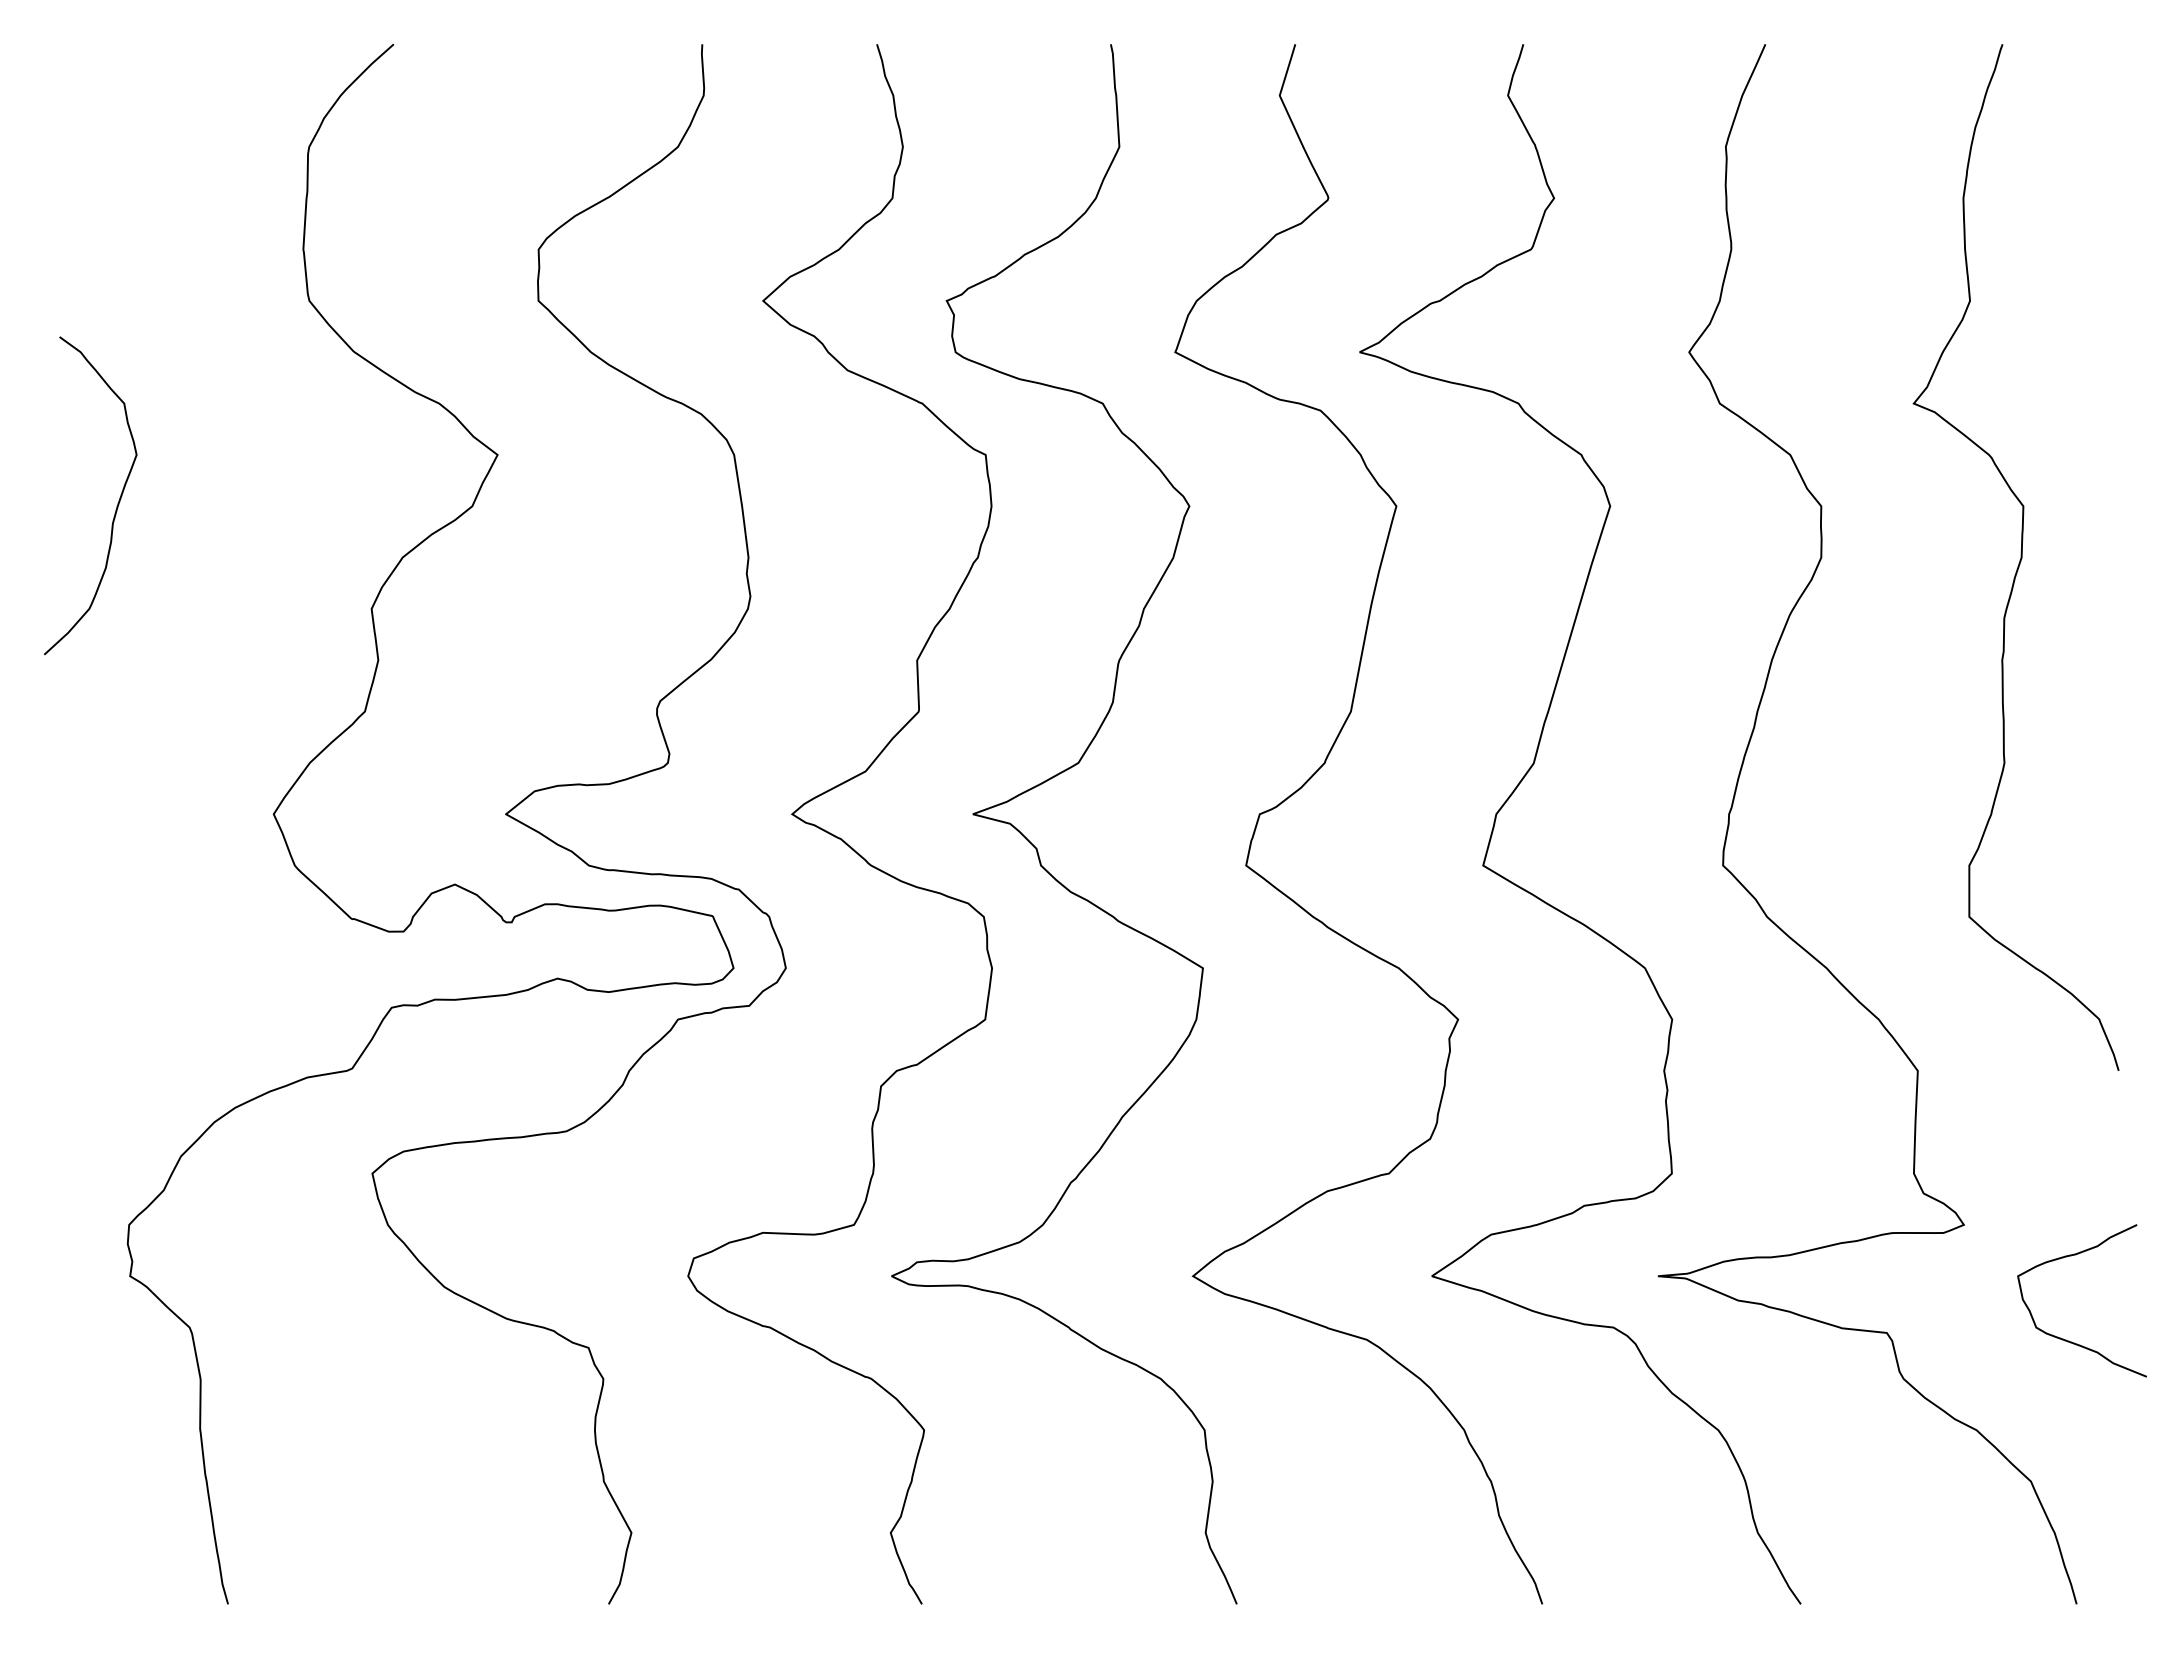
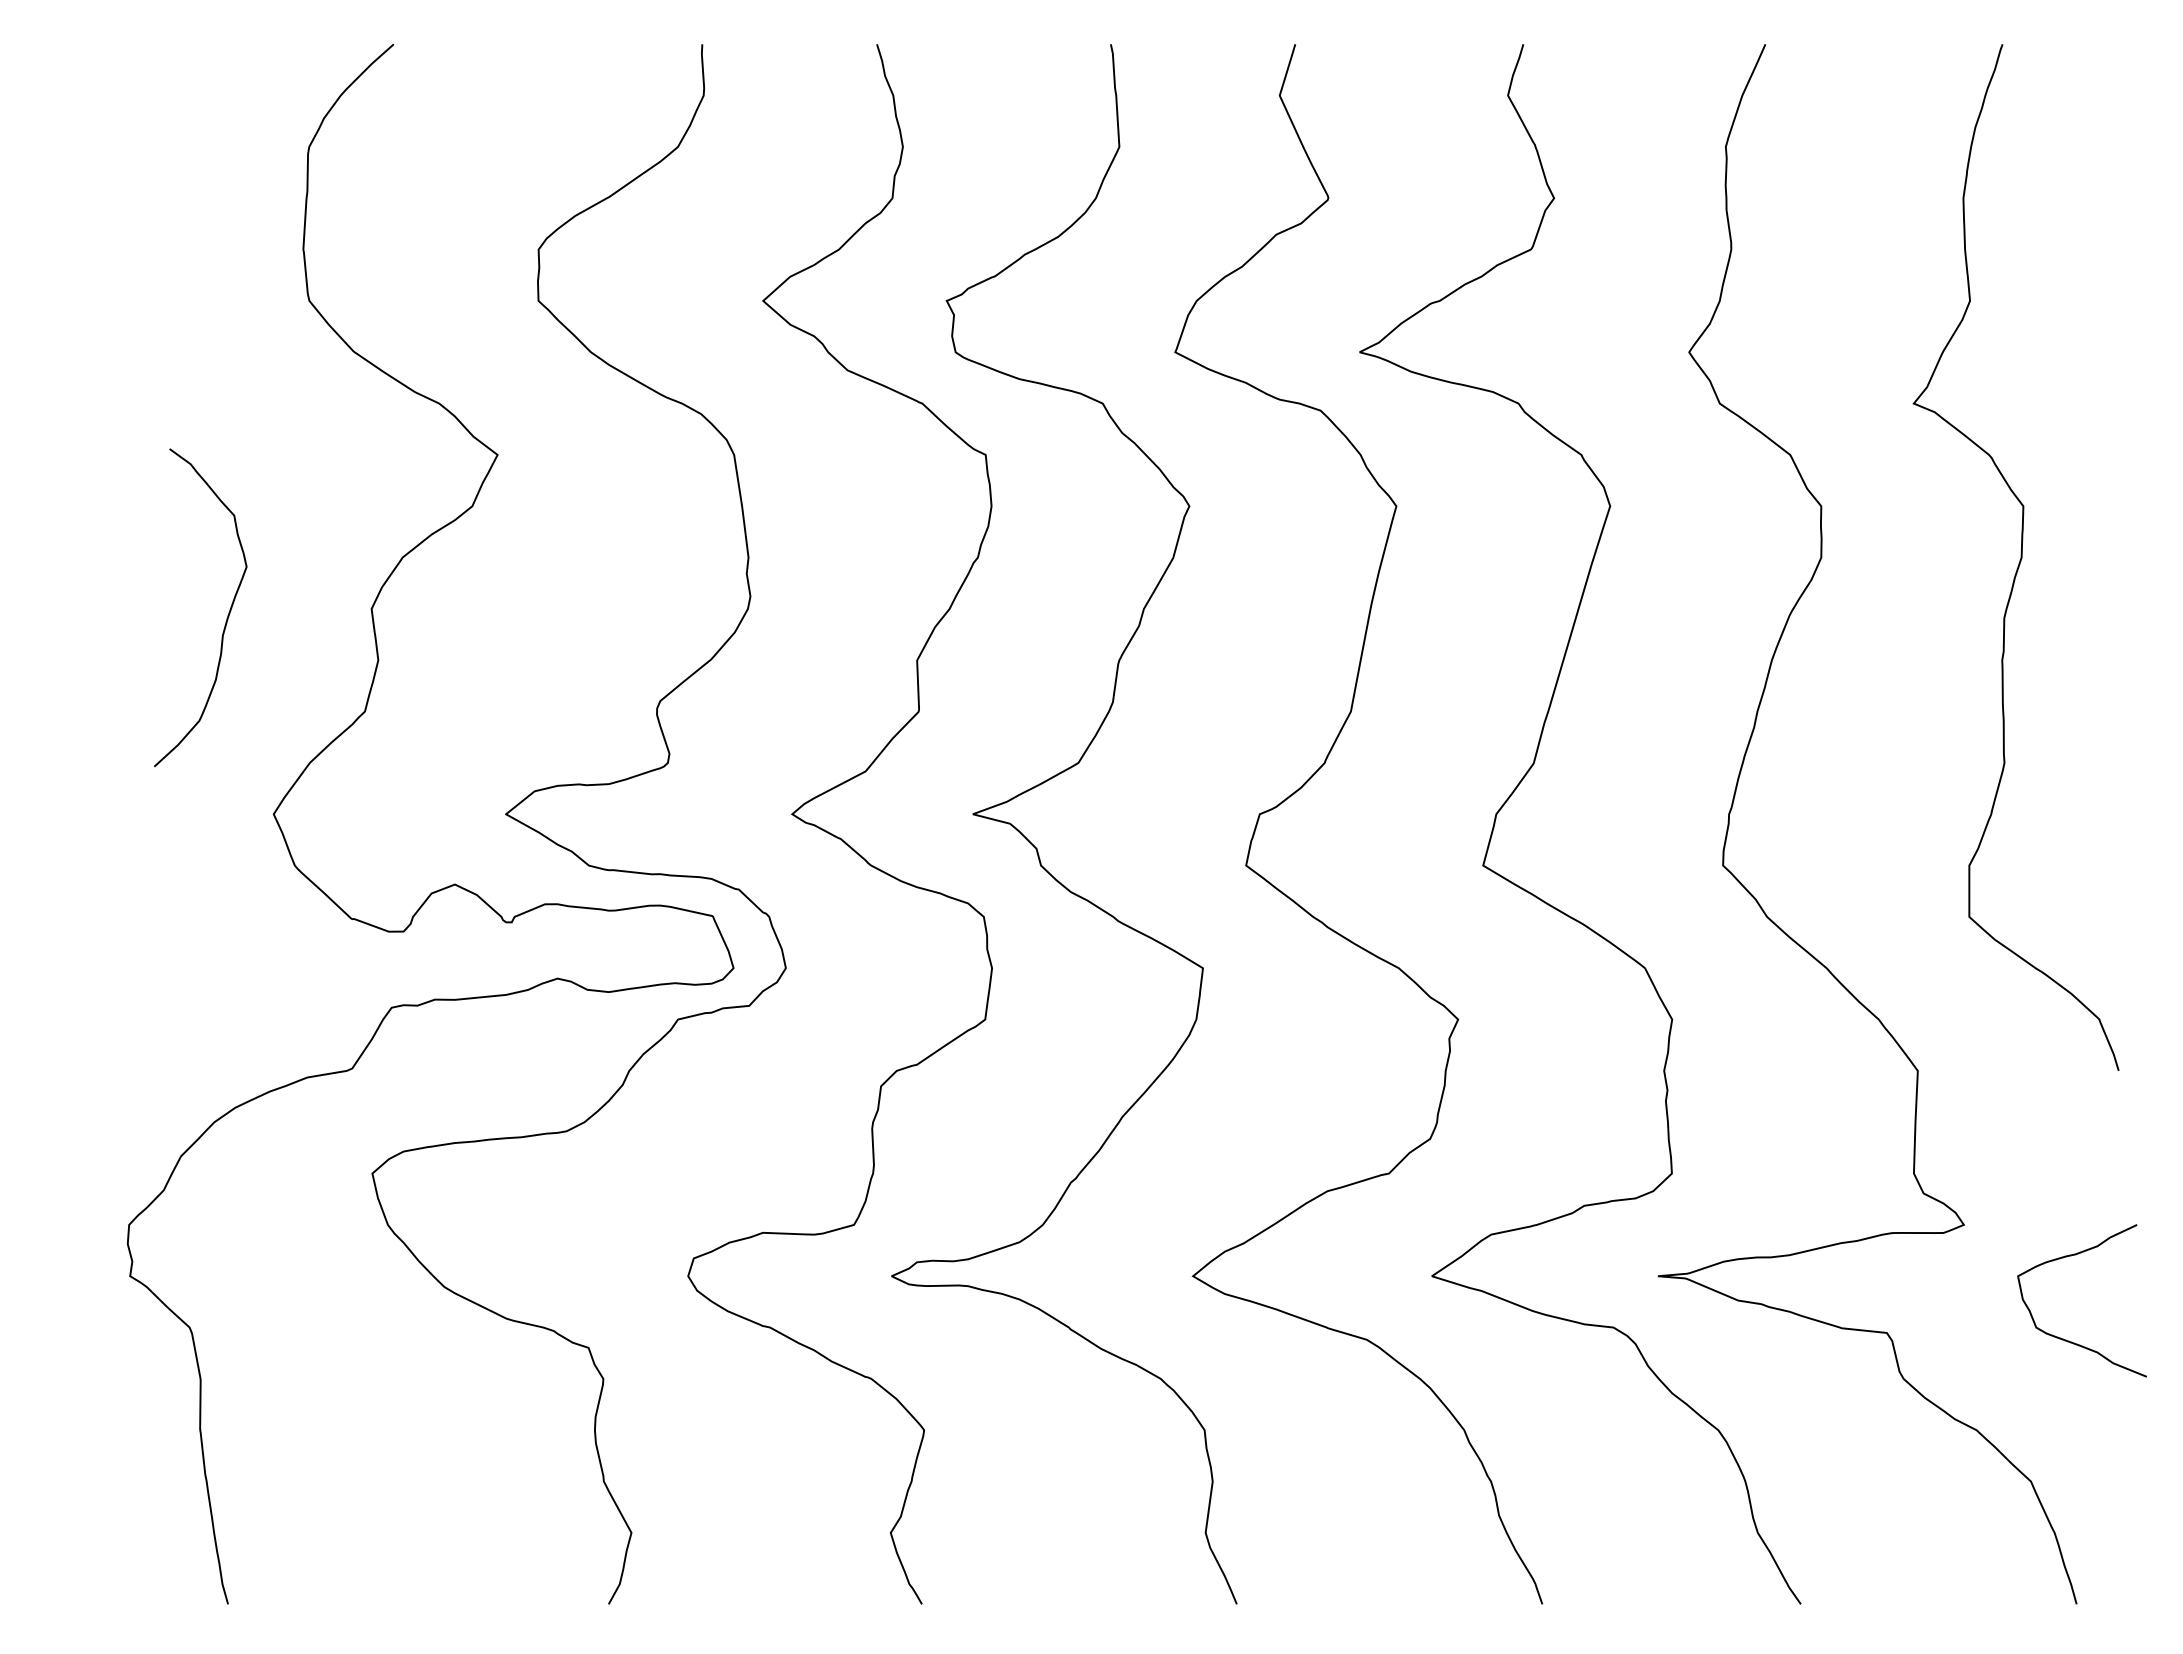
curve at (117, 503) position: (117, 503) -> (227, 615)
